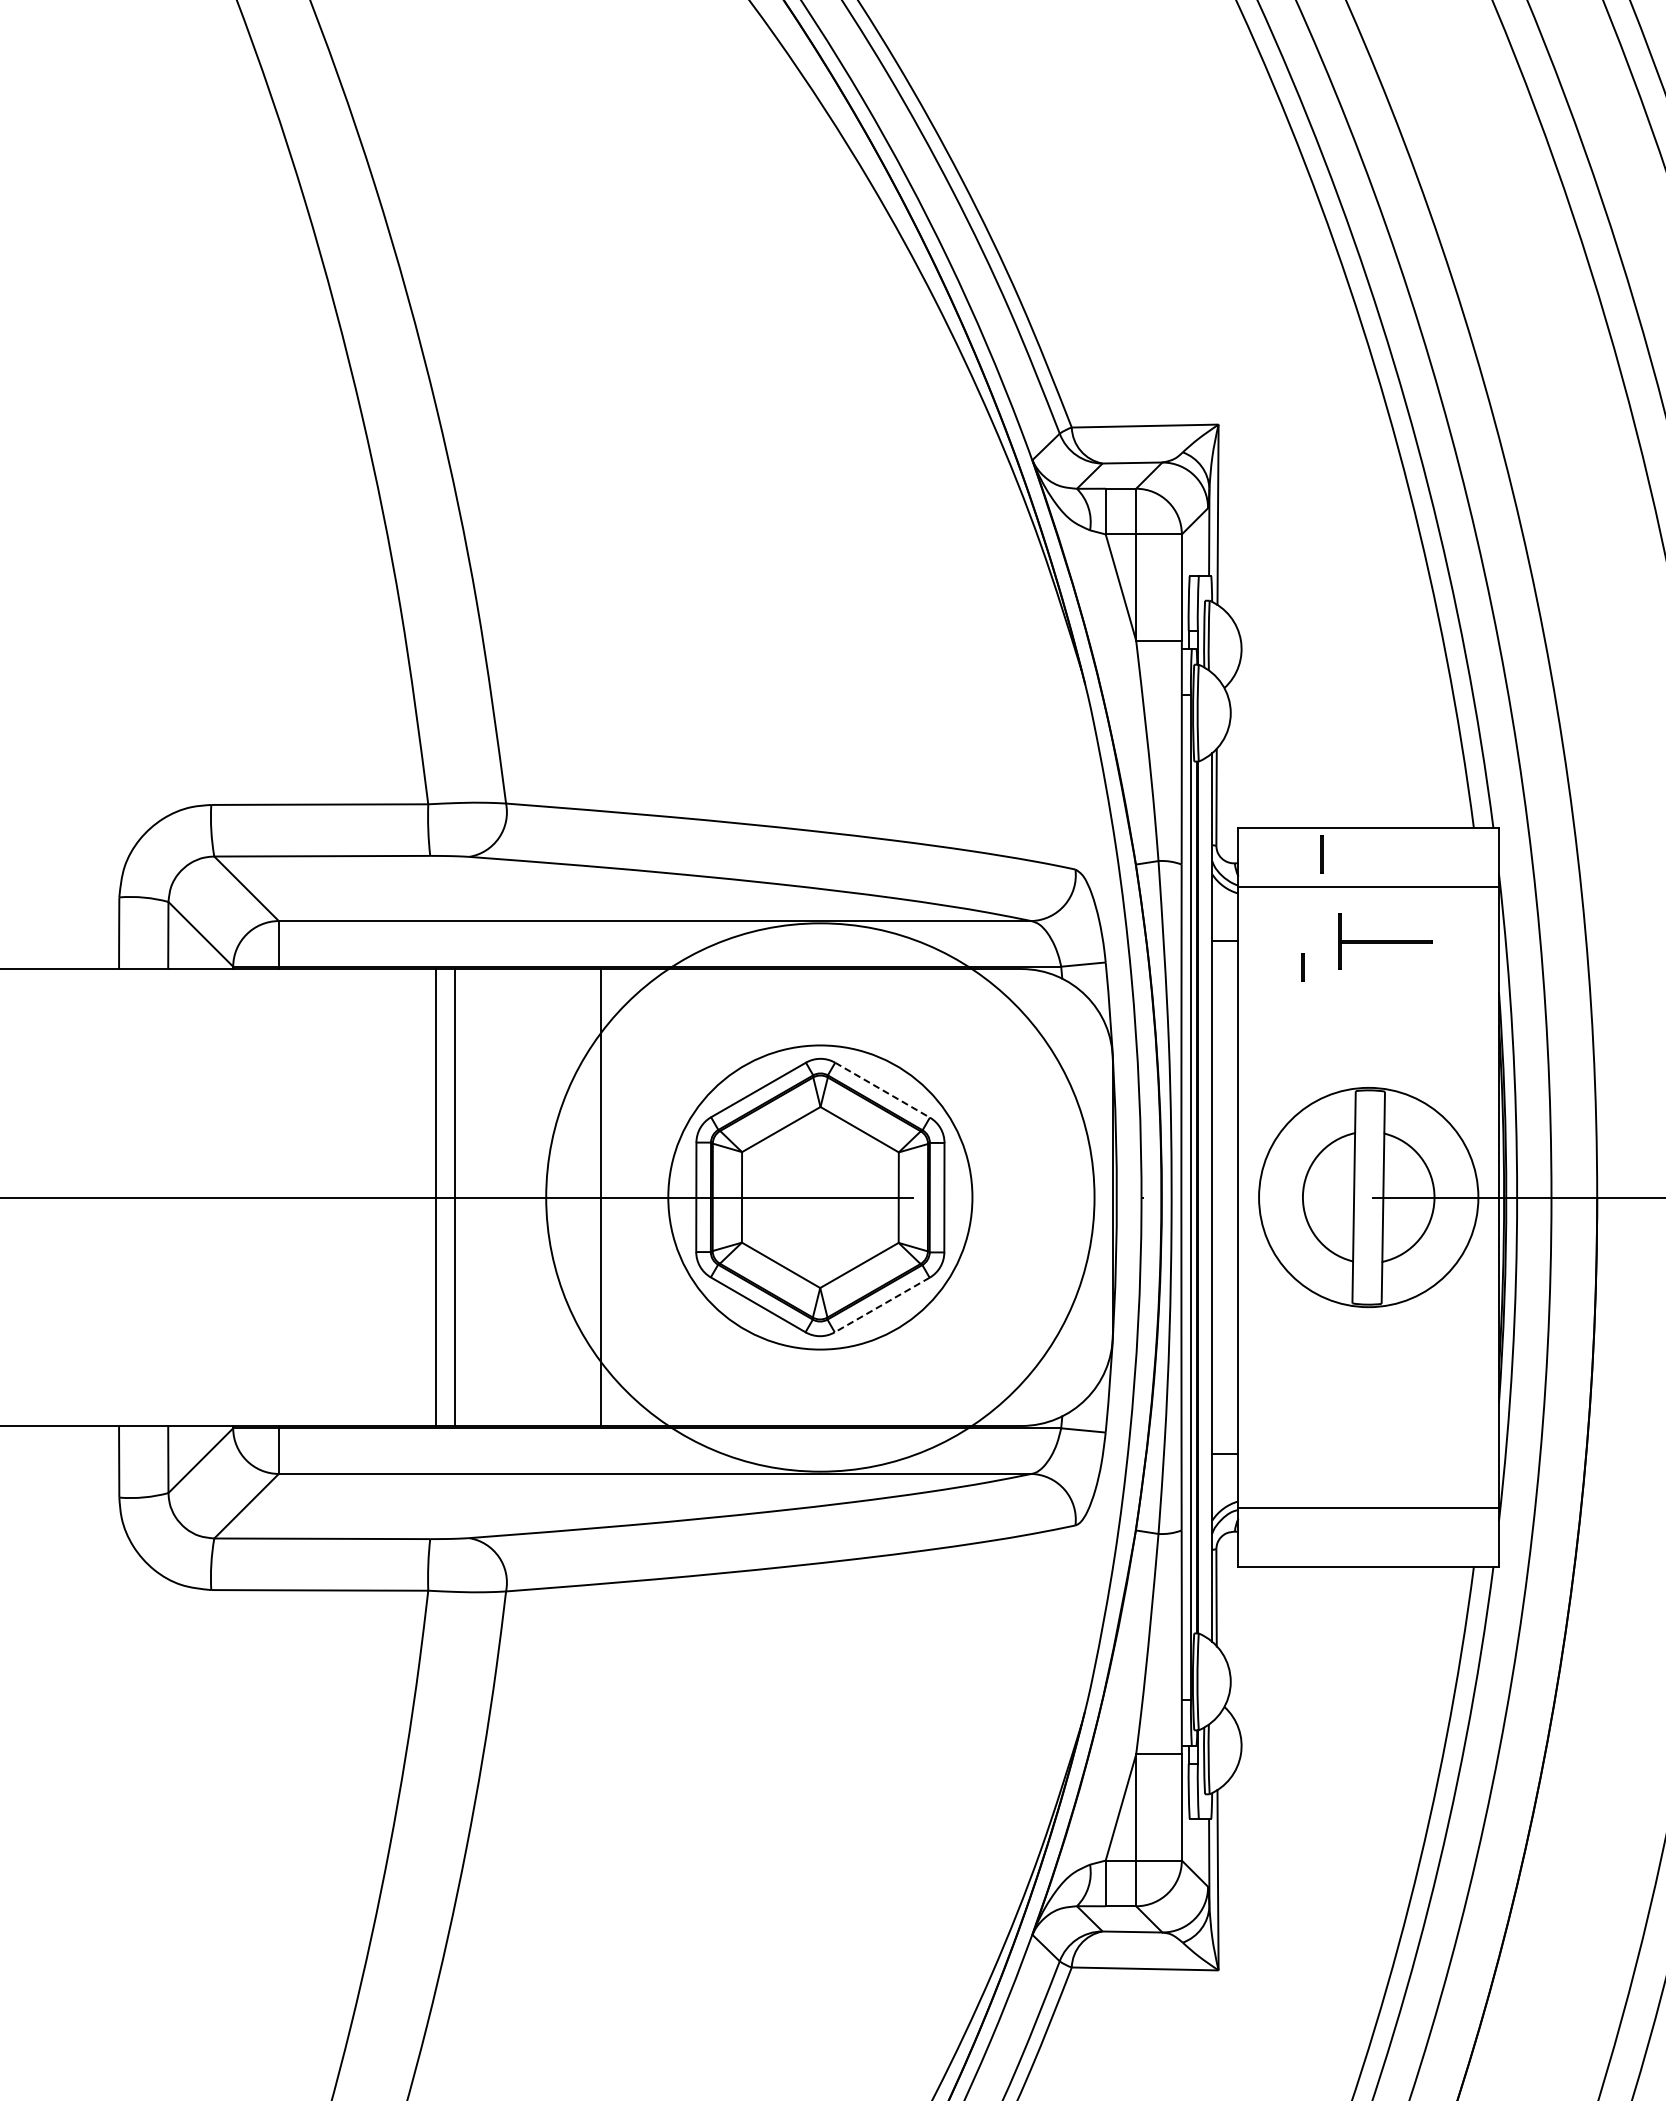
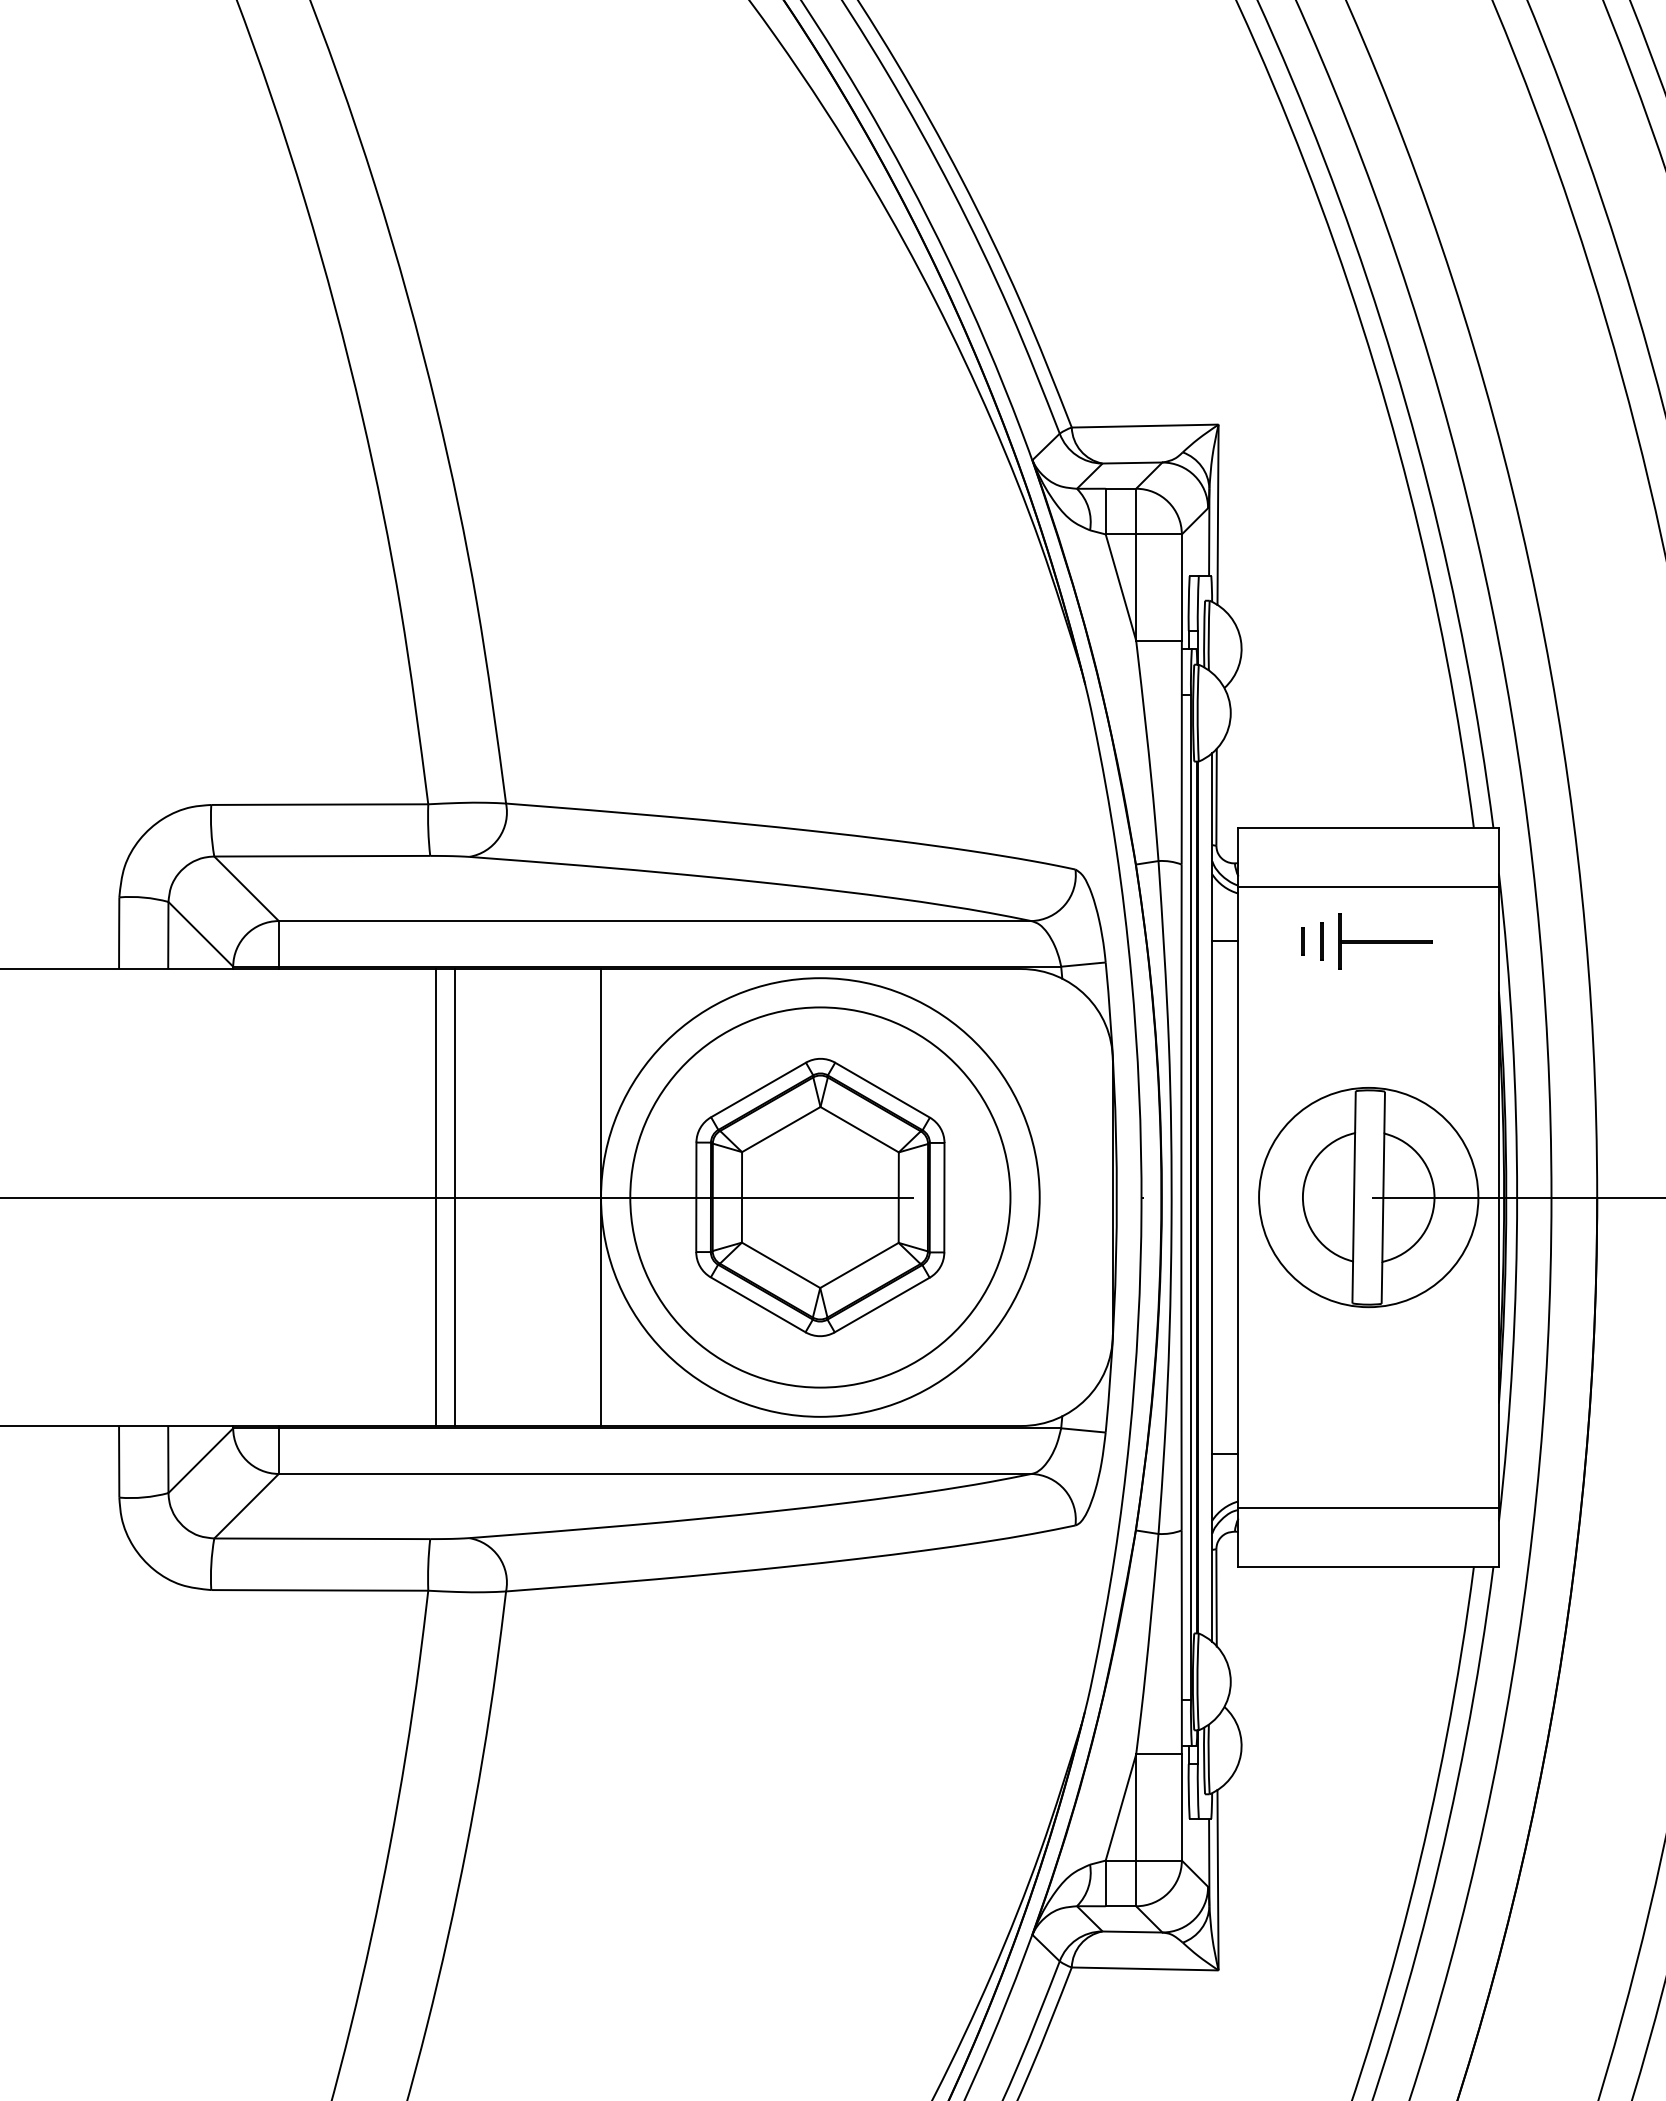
line at (1321, 854) position: (1321, 854) -> (1321, 941)
line at (1302, 967) position: (1302, 967) -> (1302, 941)
line at (882, 1090): dashed -> solid
circle at (820, 1197) diameter: 304 px -> 380 px
circle at (820, 1197) diameter: 548 px -> 439 px
line at (882, 1305): dashed -> solid
